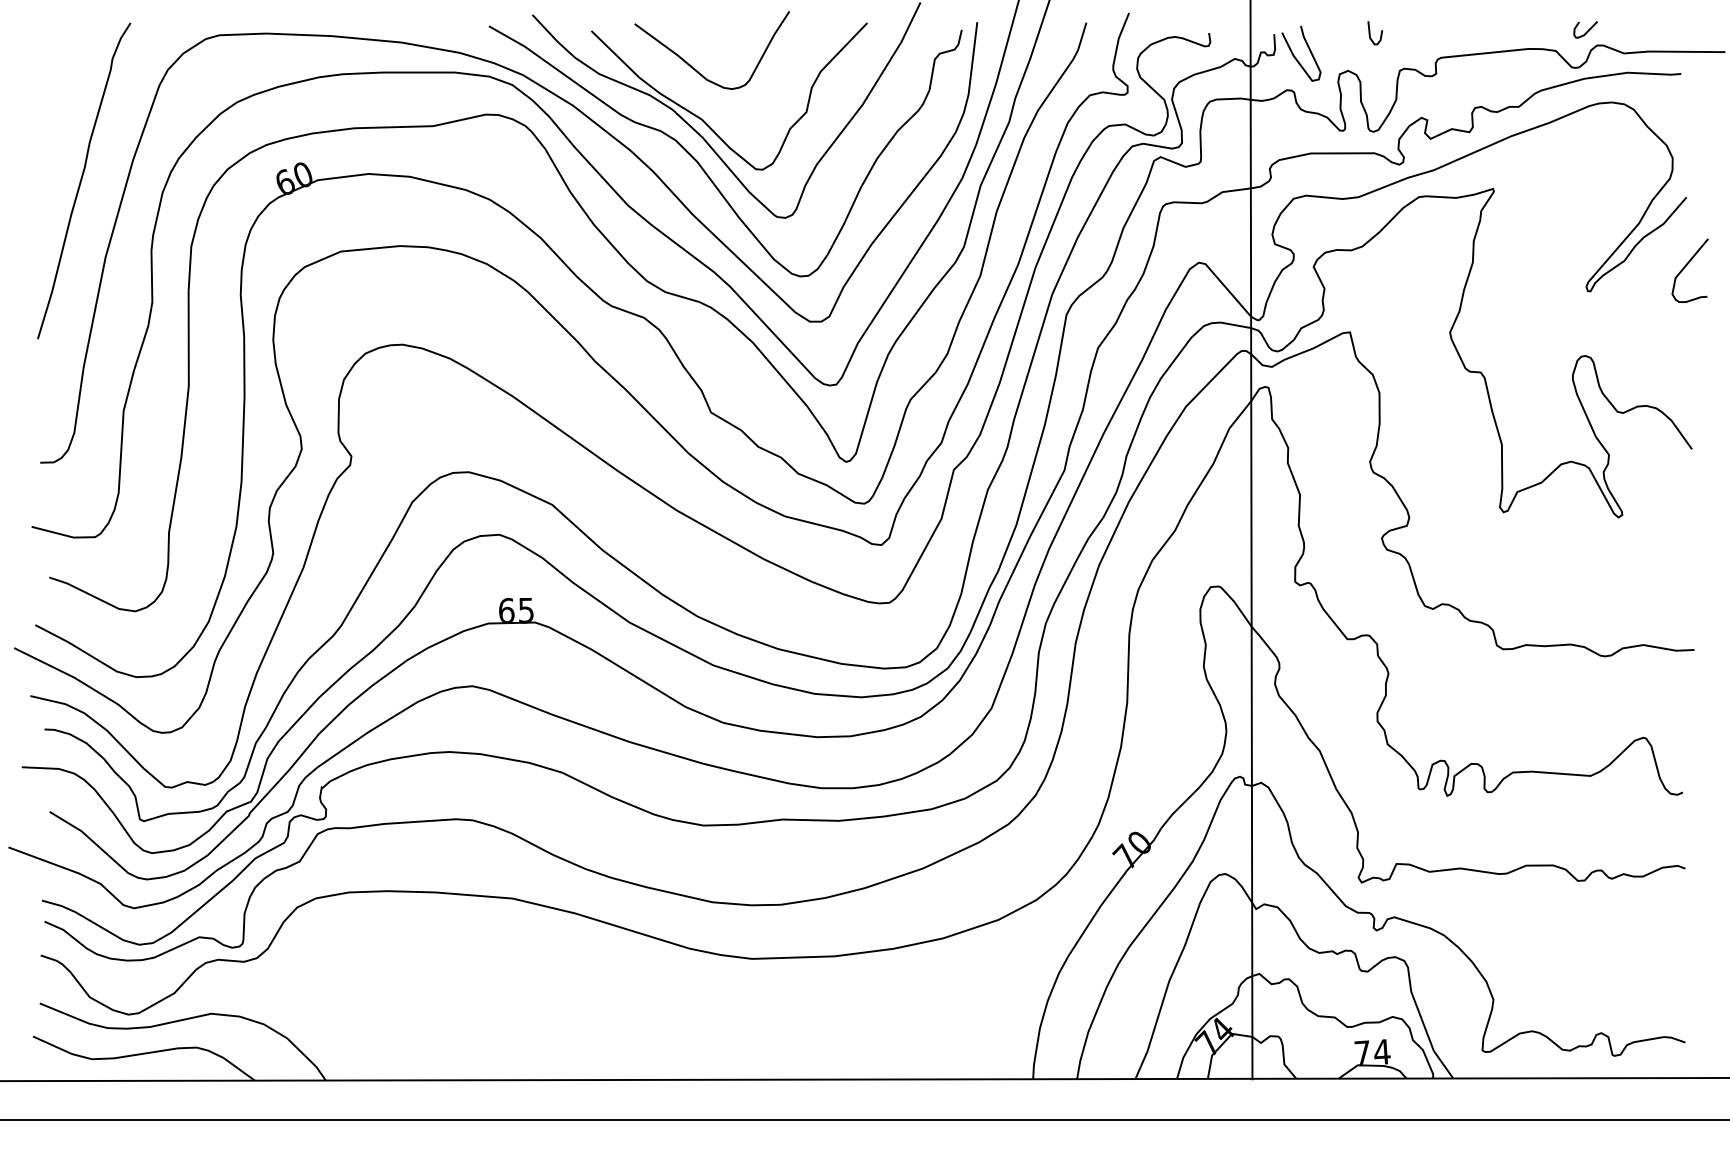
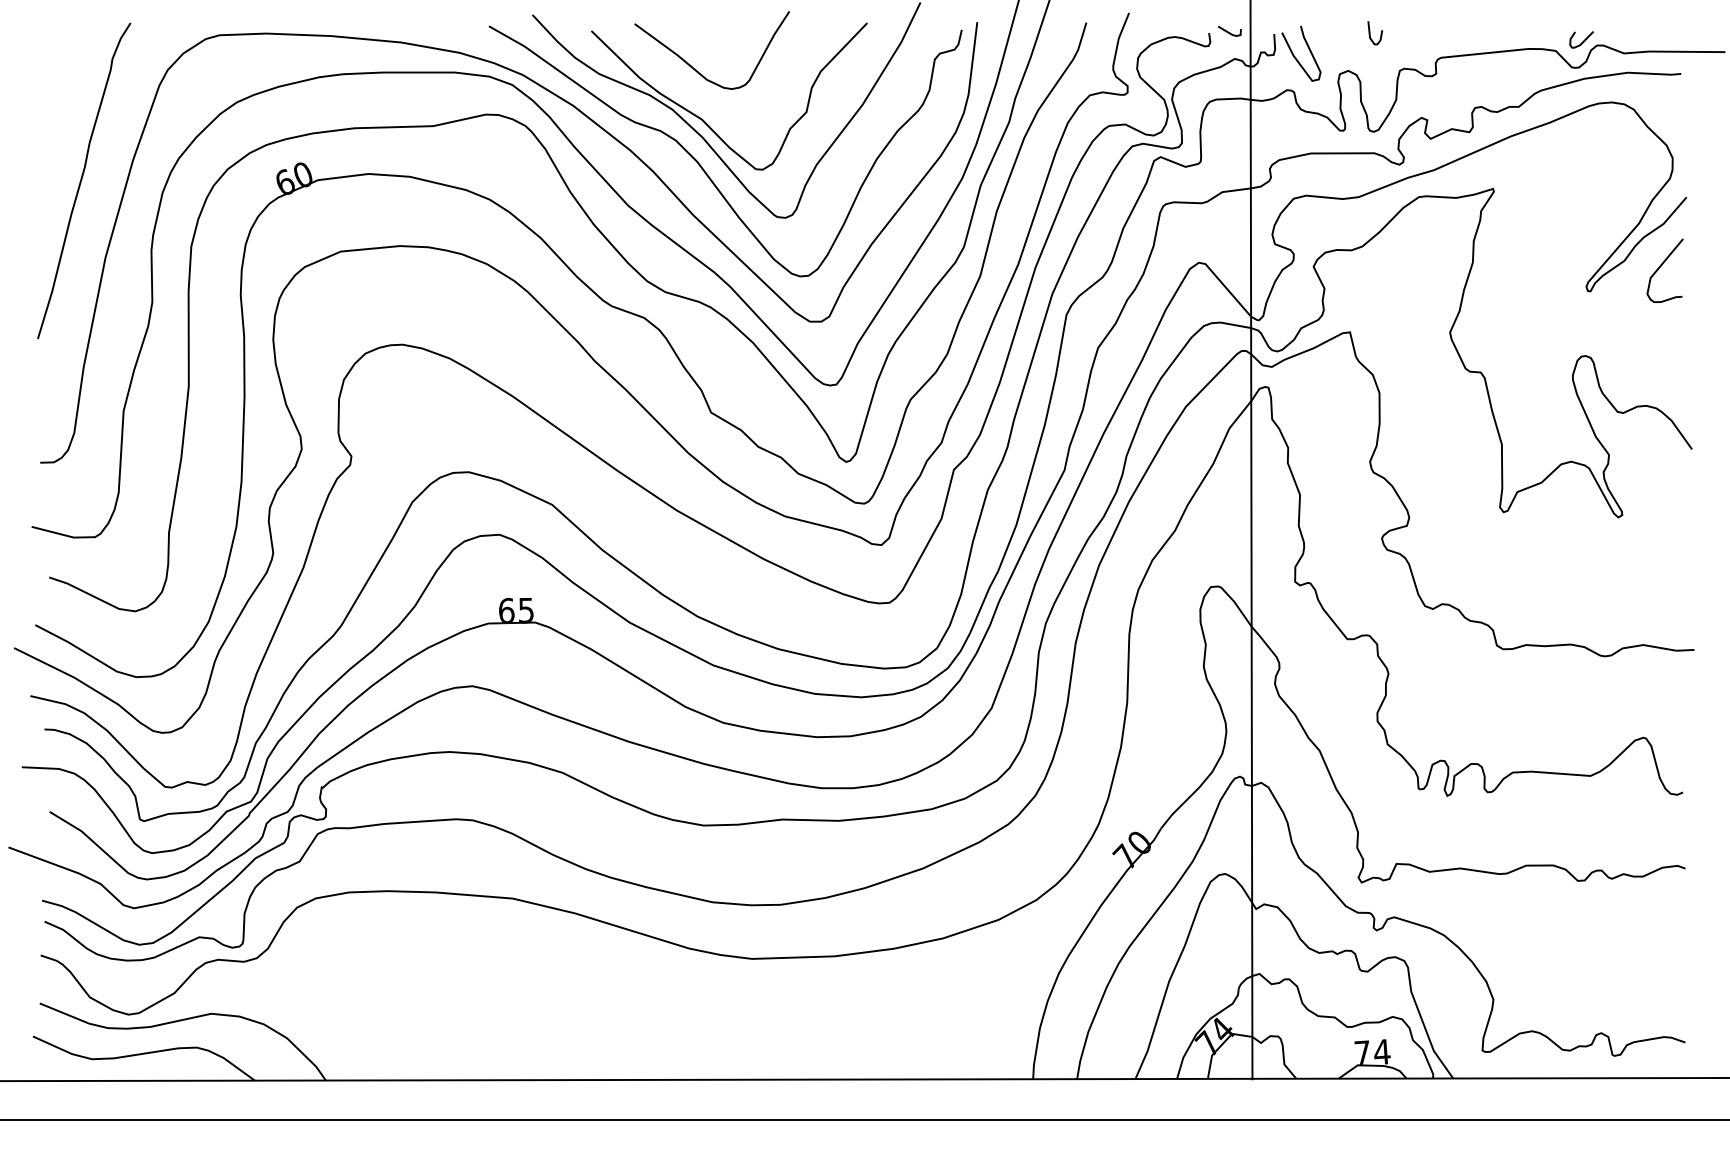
curve at (1587, 30) position: (1587, 30) -> (1583, 40)
line at (1228, 31): none -> present
curve at (1686, 266) position: (1686, 266) -> (1661, 266)
